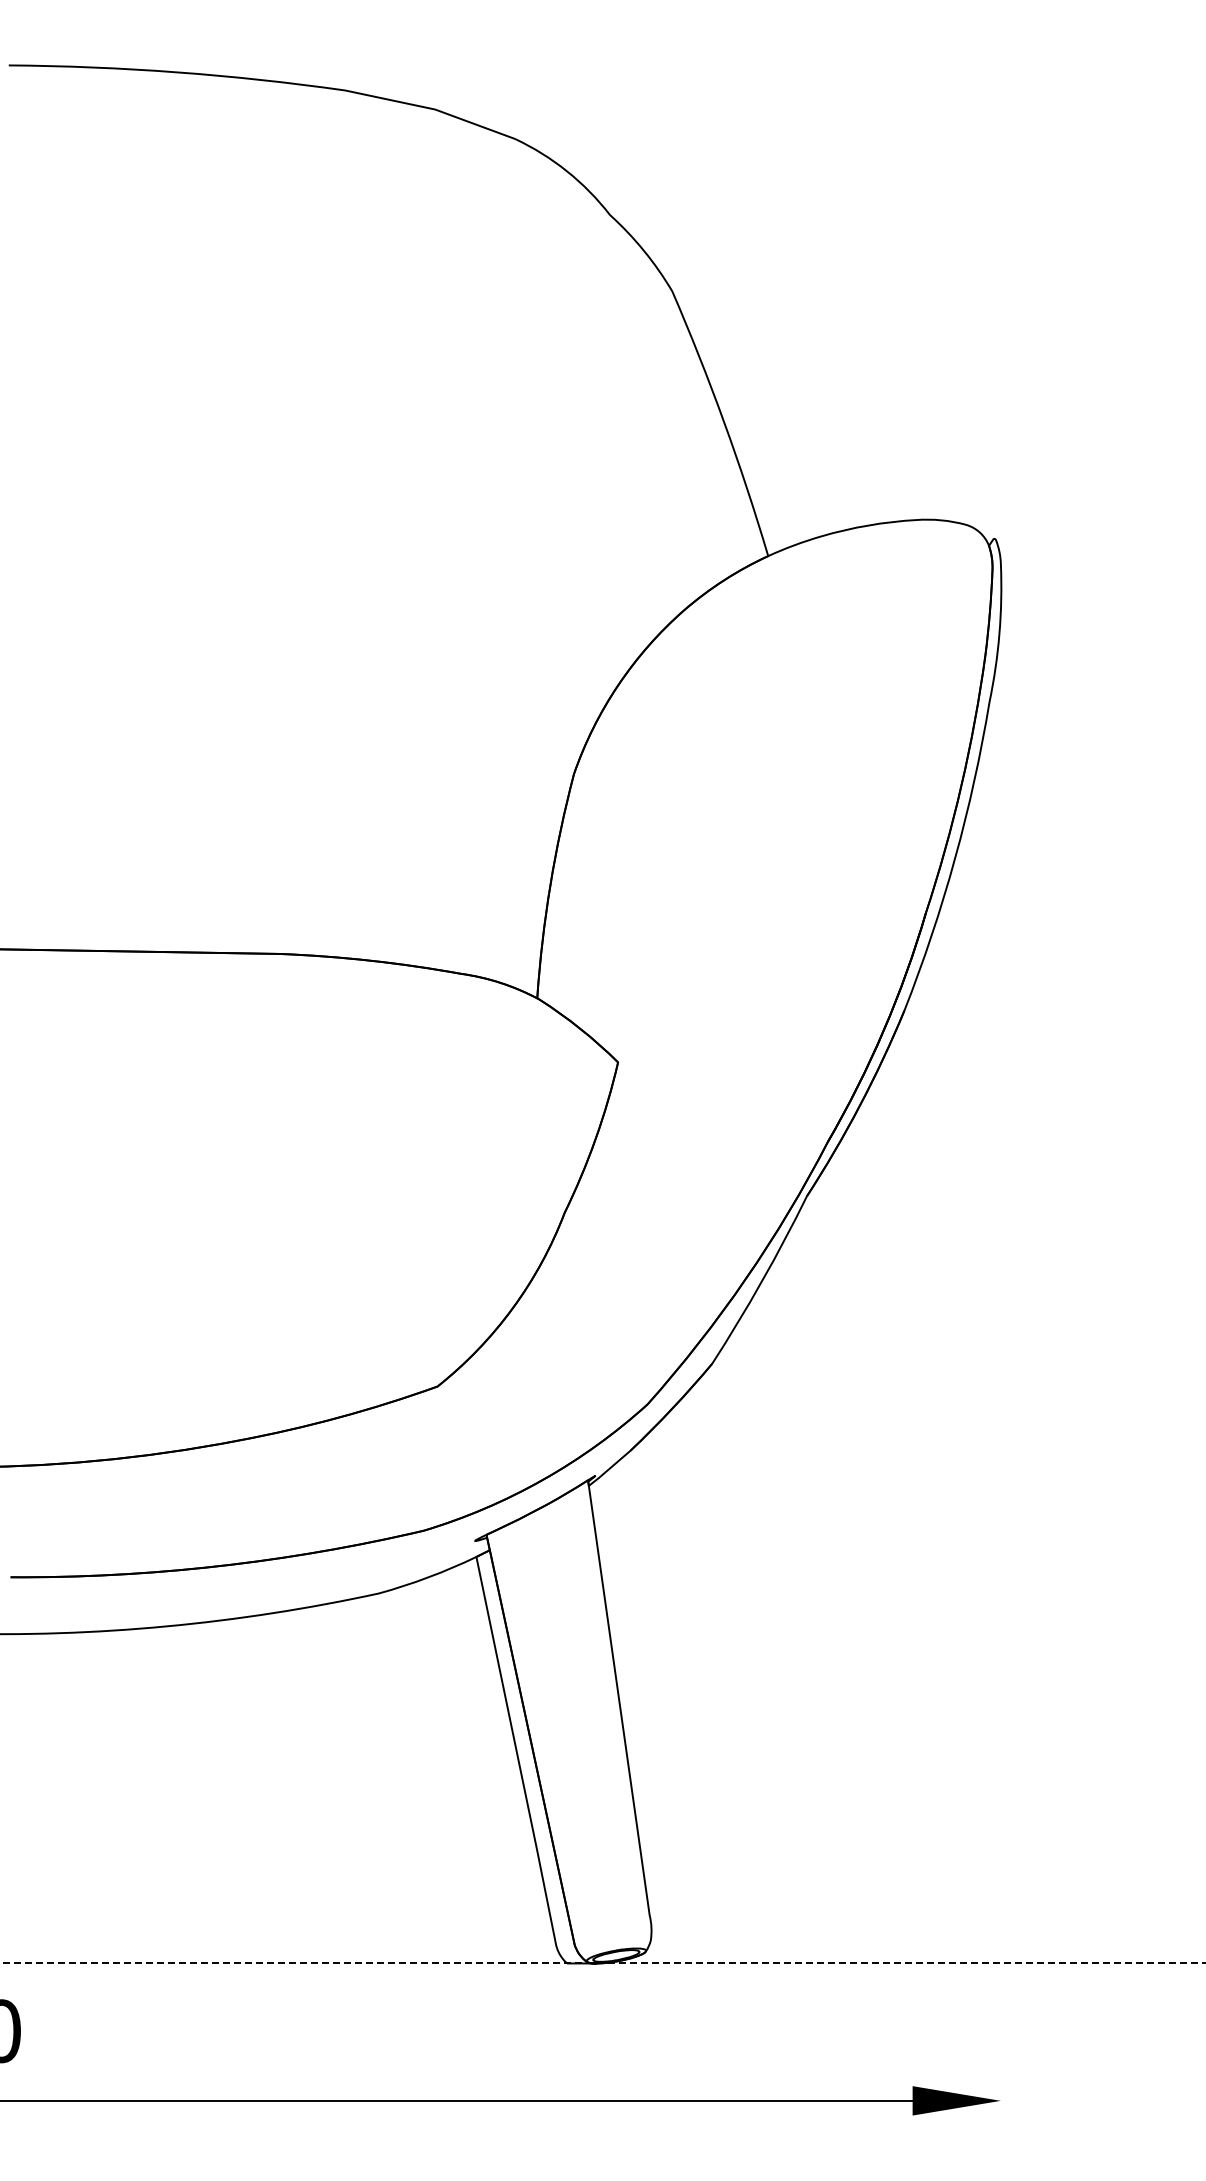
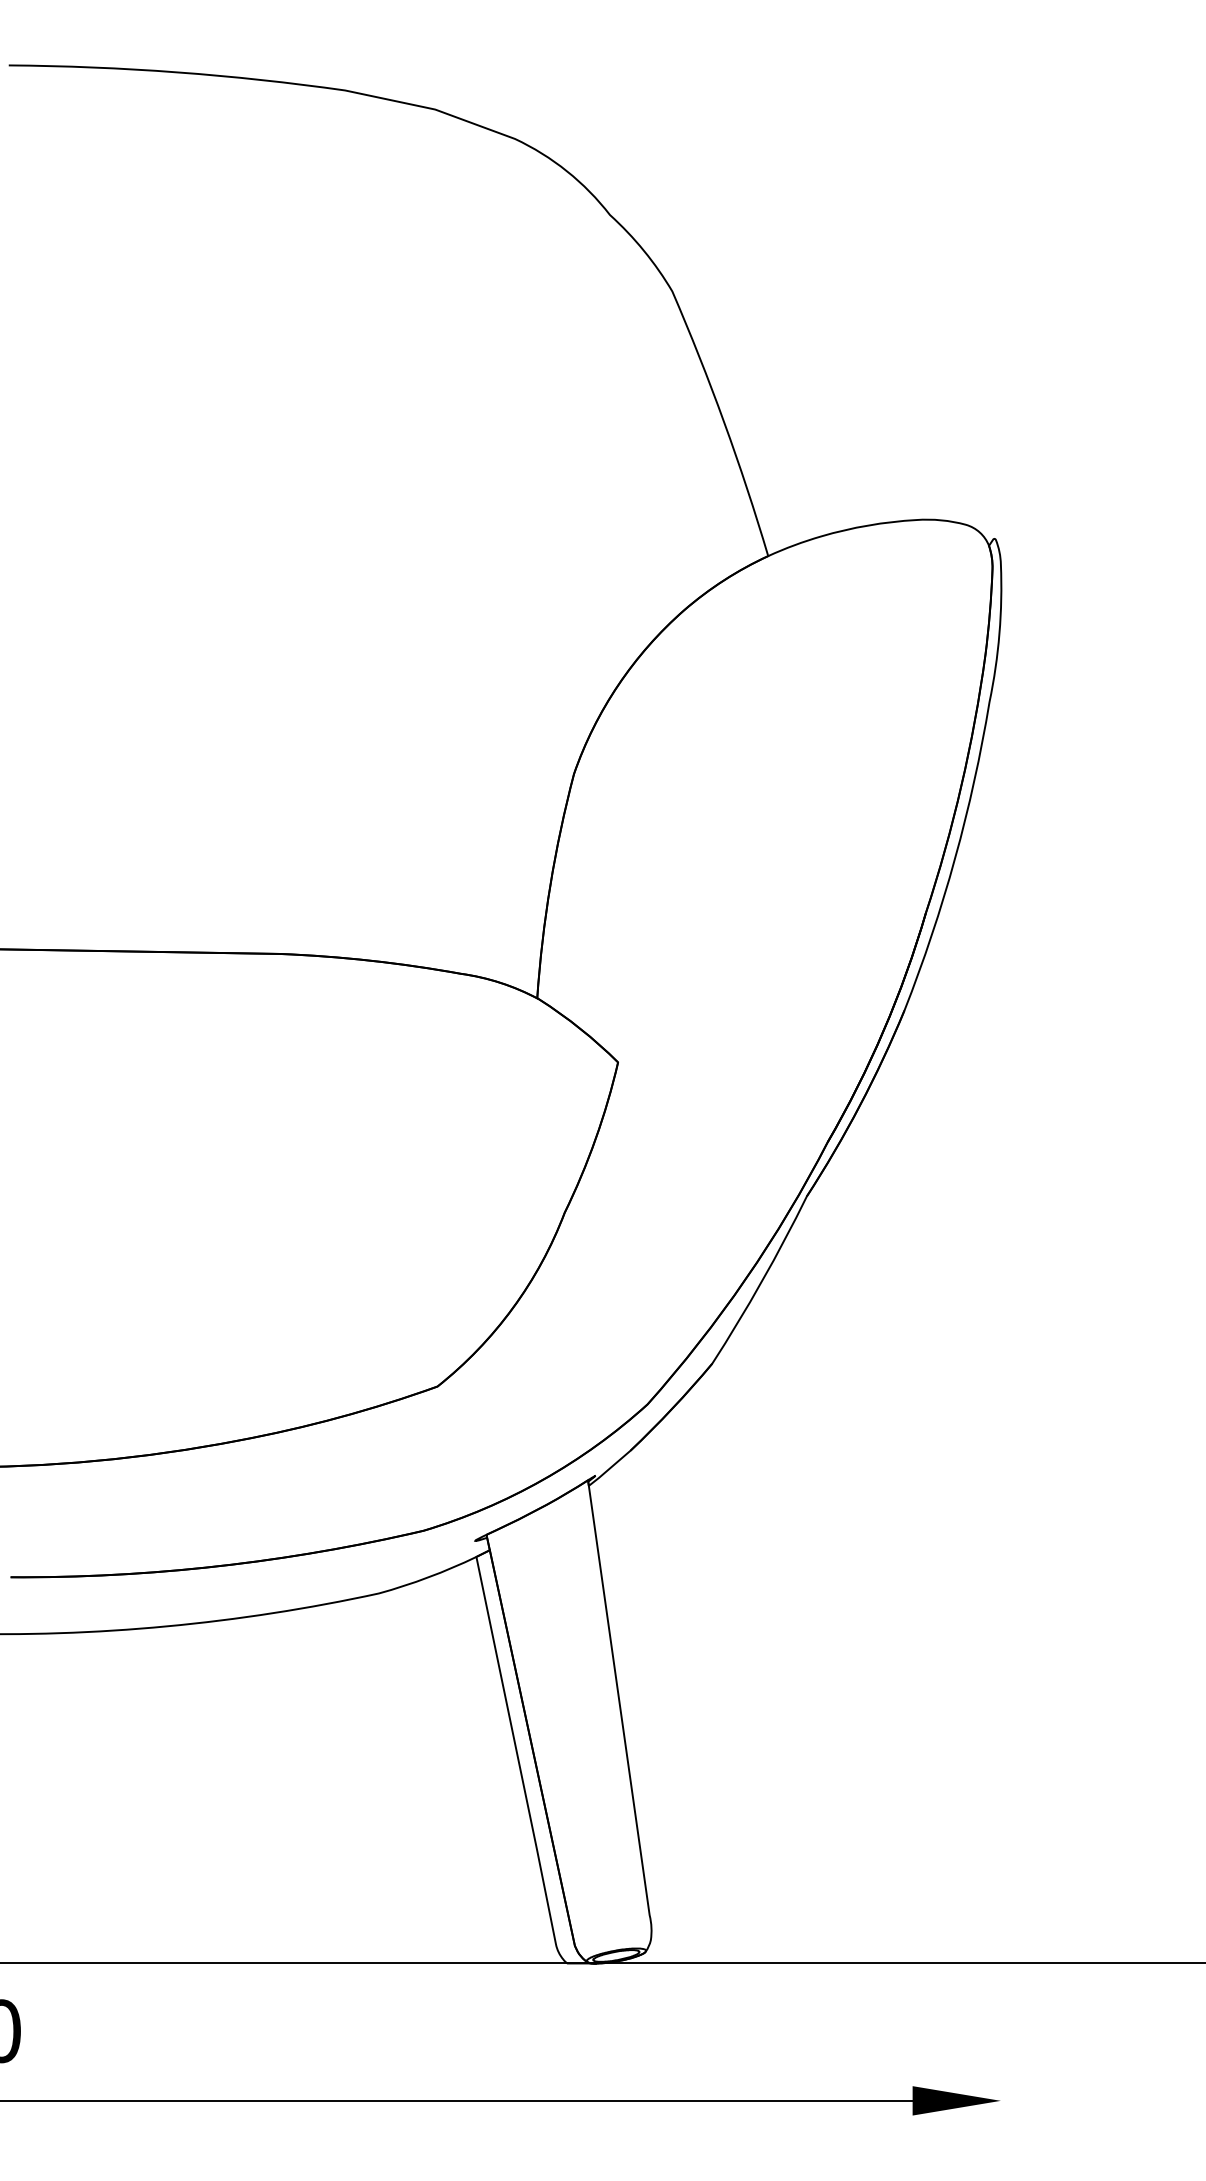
line at (603, 1963): dashed -> solid
